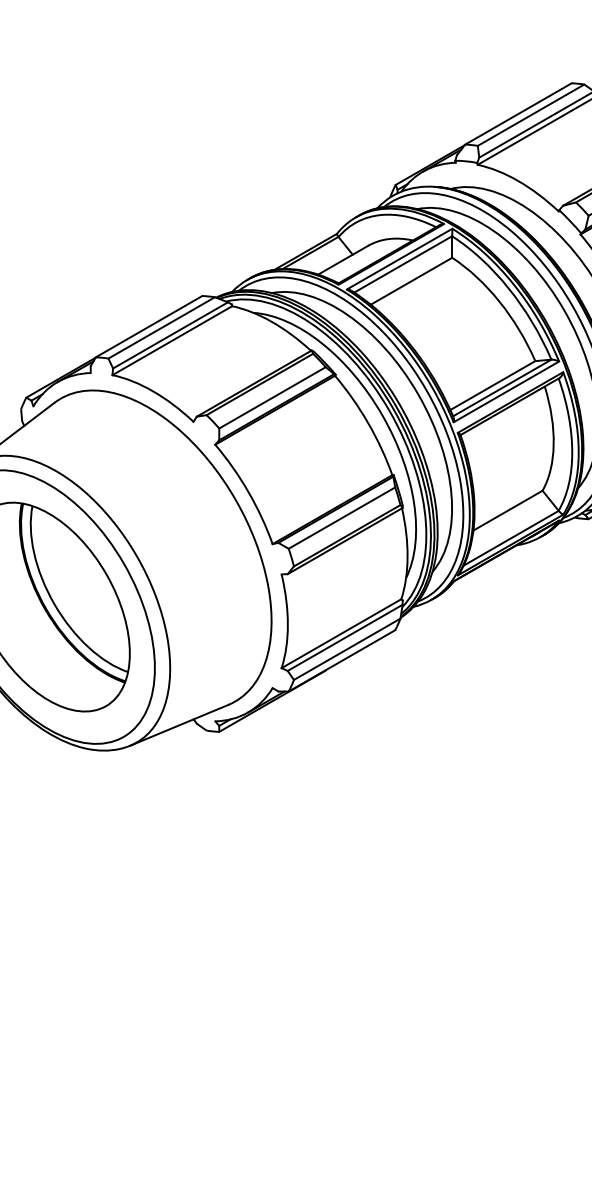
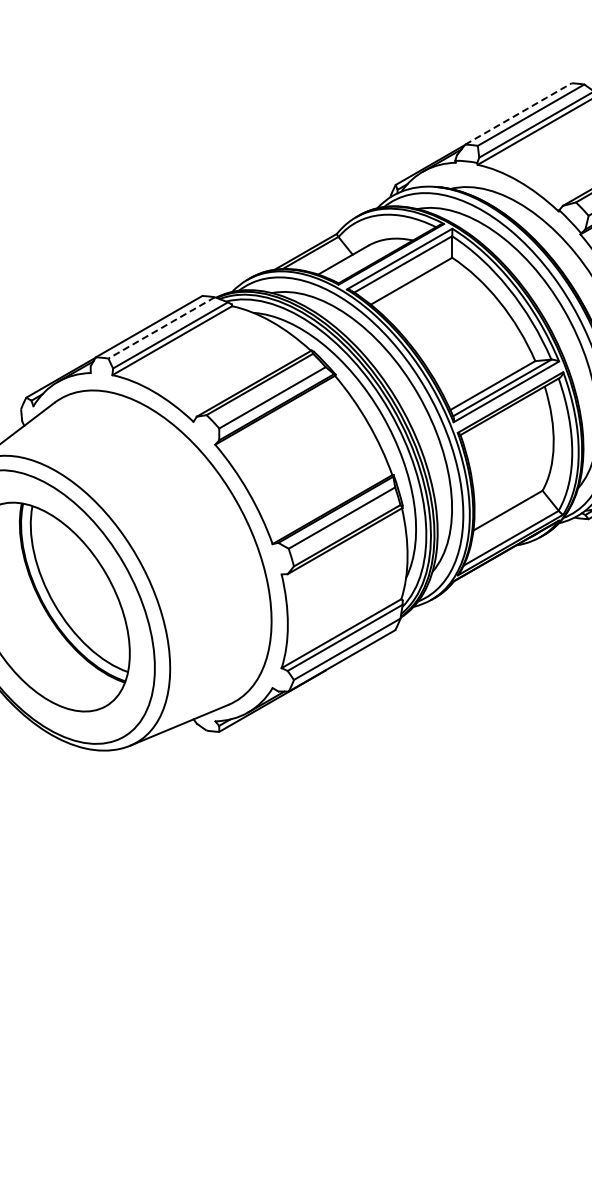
line at (518, 113): solid -> dashed
line at (161, 328): solid -> dashed
